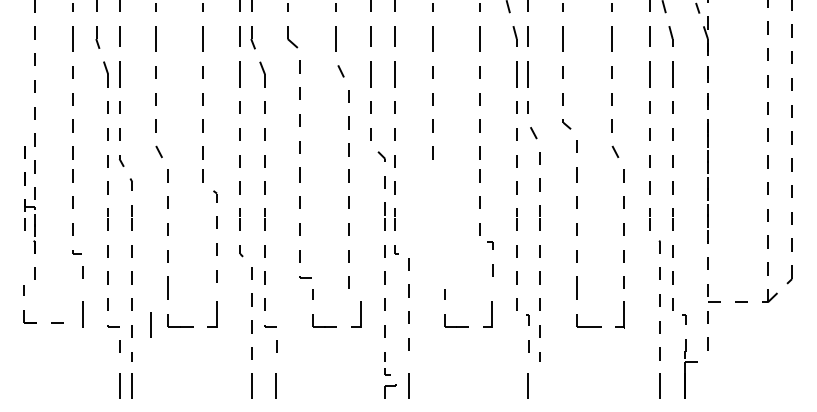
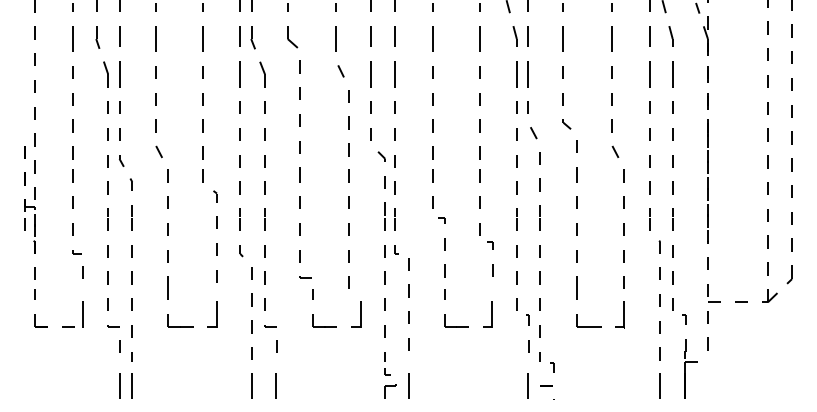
curve at (438, 218): none -> present
part at (36, 322) position: (36, 322) -> (47, 326)
line at (150, 324): present -> none
part at (547, 380): none -> present
